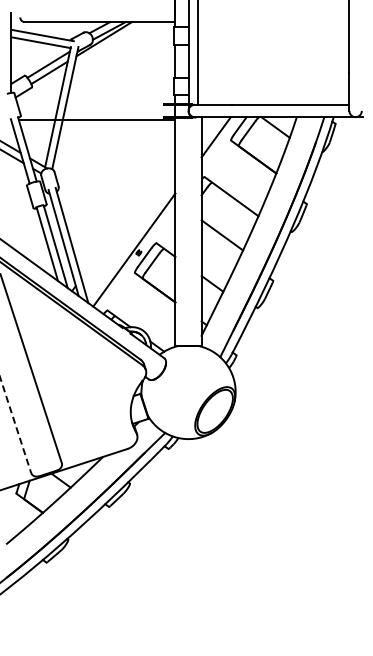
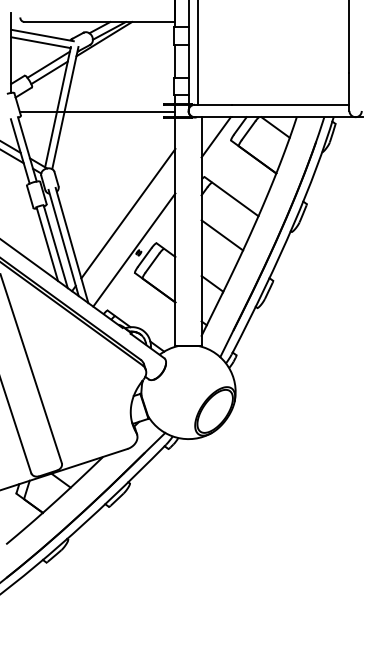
line at (97, 120) position: (97, 120) -> (97, 112)
line at (128, 213): none -> present
line at (15, 425): dashed -> solid
